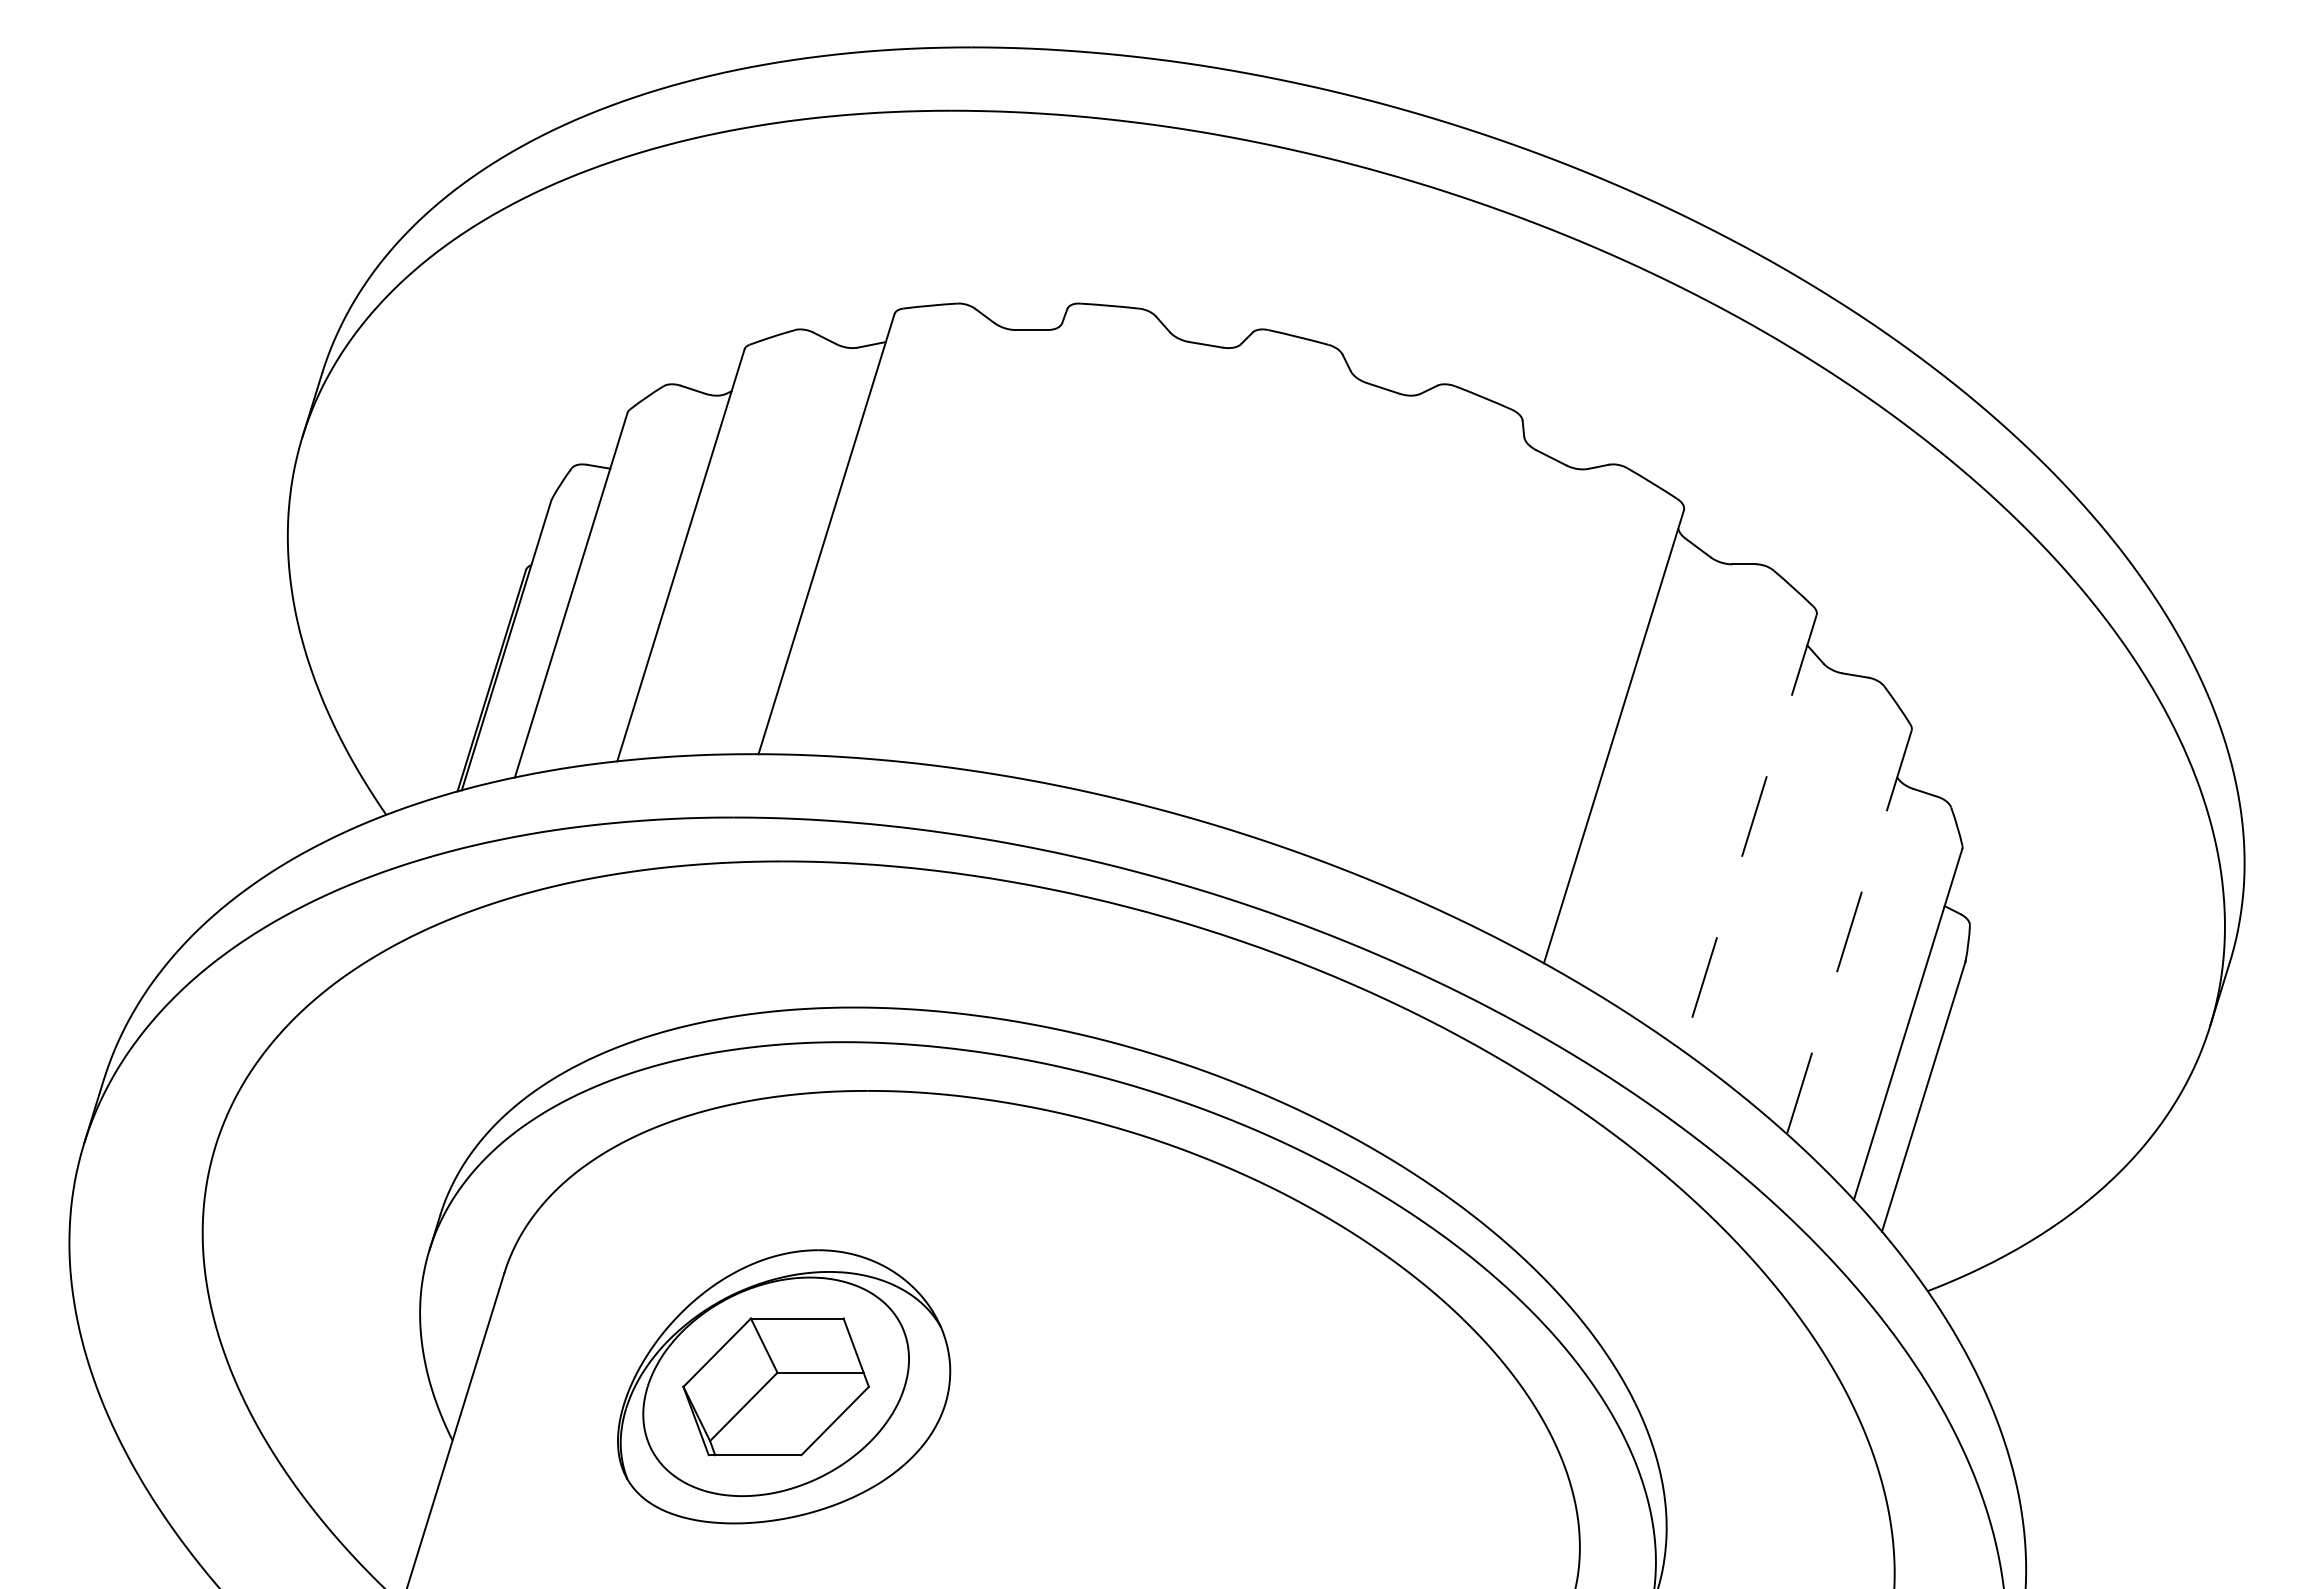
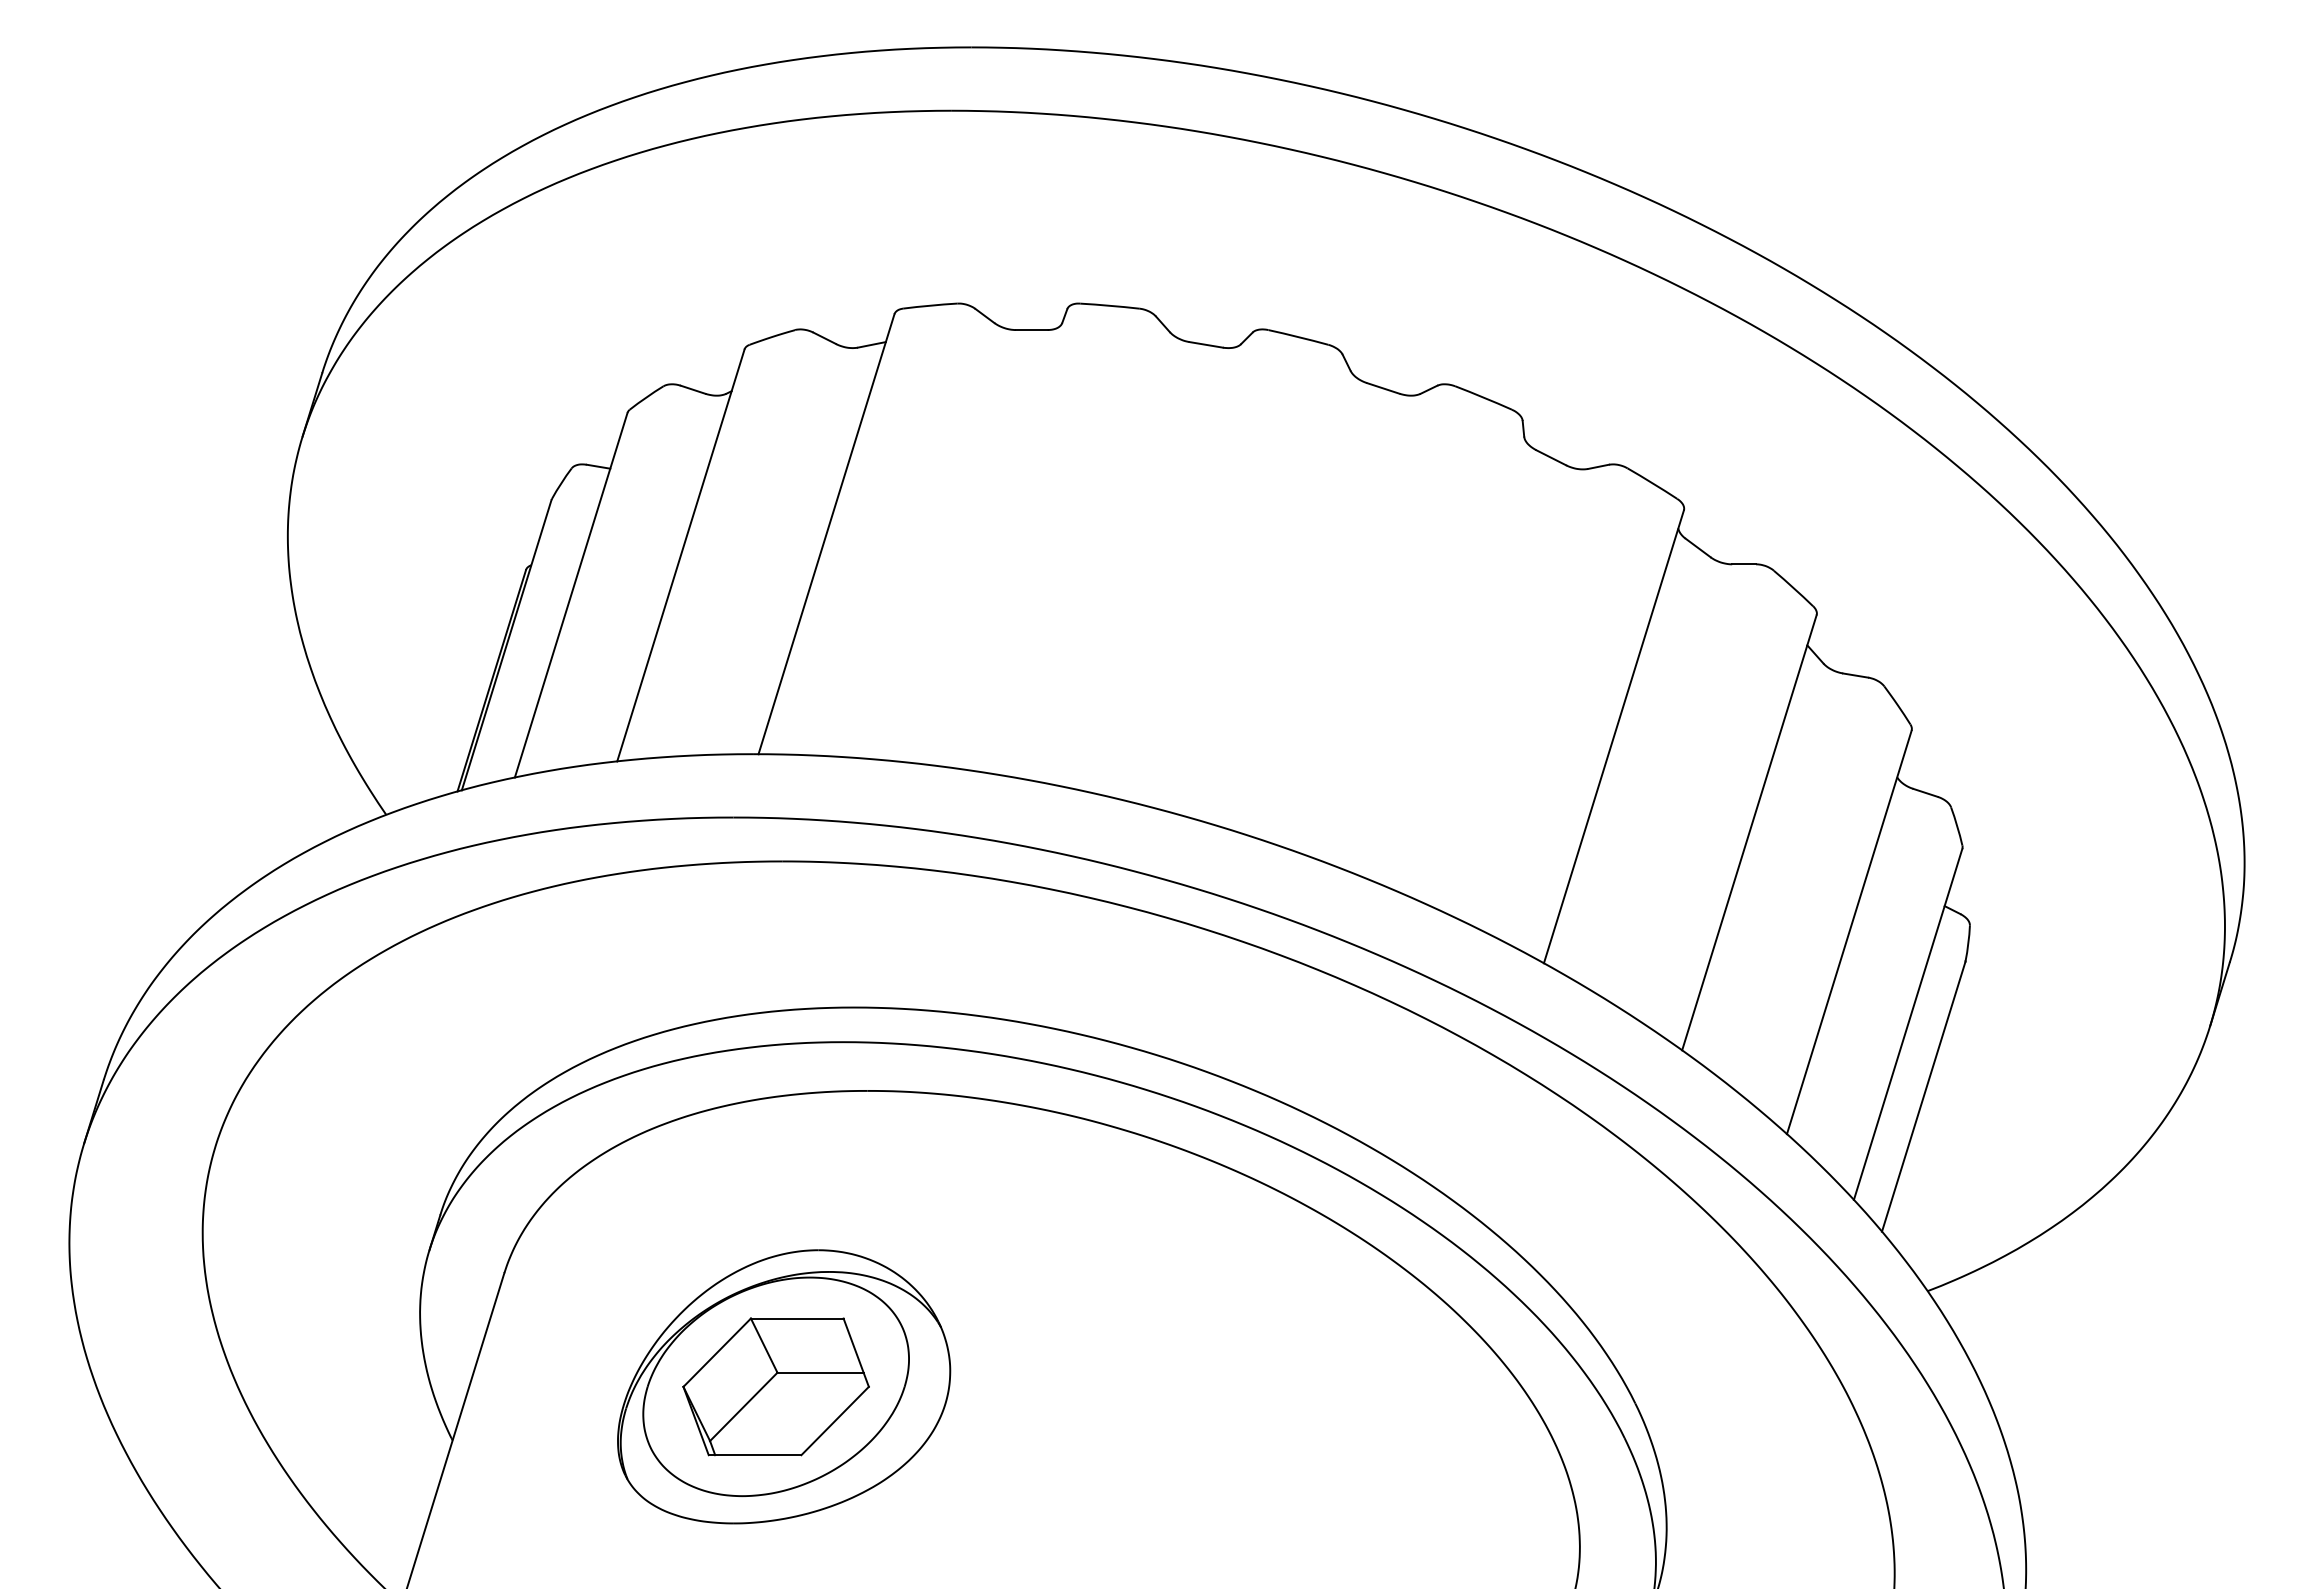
line at (1749, 832): dashed -> solid
line at (1849, 932): dashed -> solid
